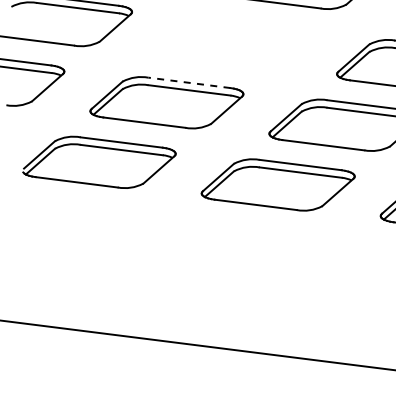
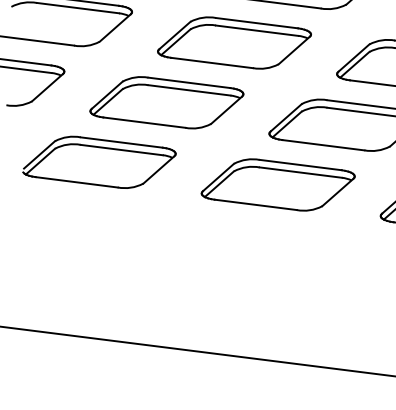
part at (234, 42): none -> present
line at (188, 82): dashed -> solid
line at (197, 344) position: (197, 344) -> (197, 351)
